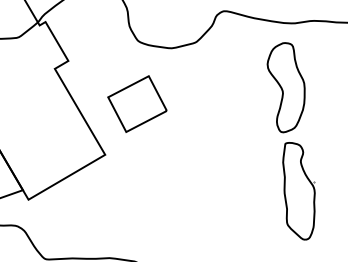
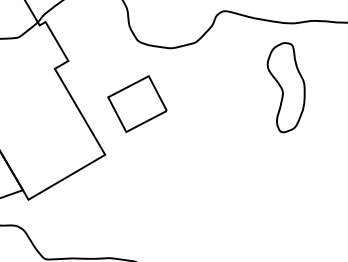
part at (298, 191): present -> none
